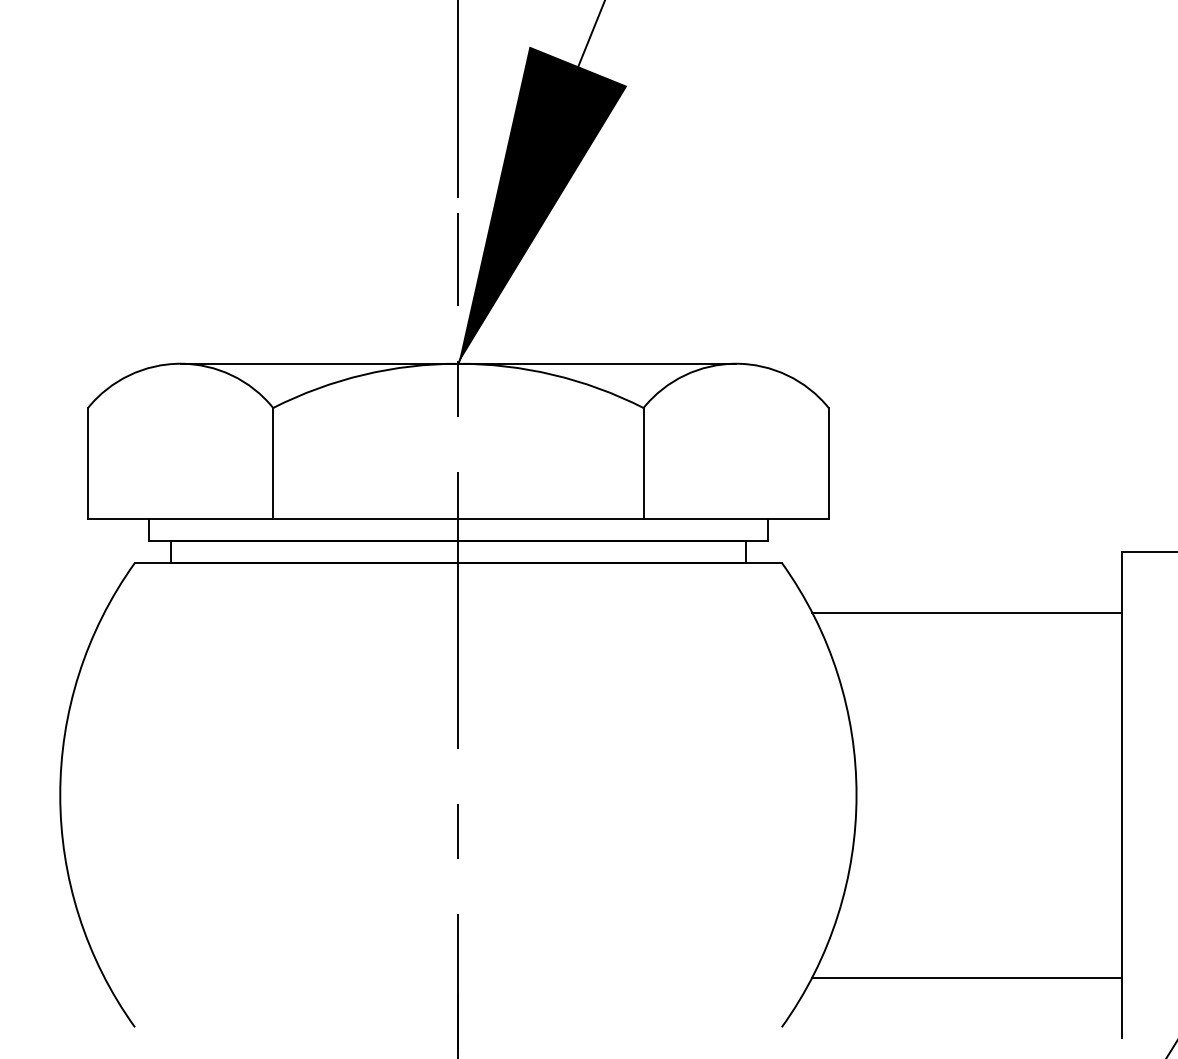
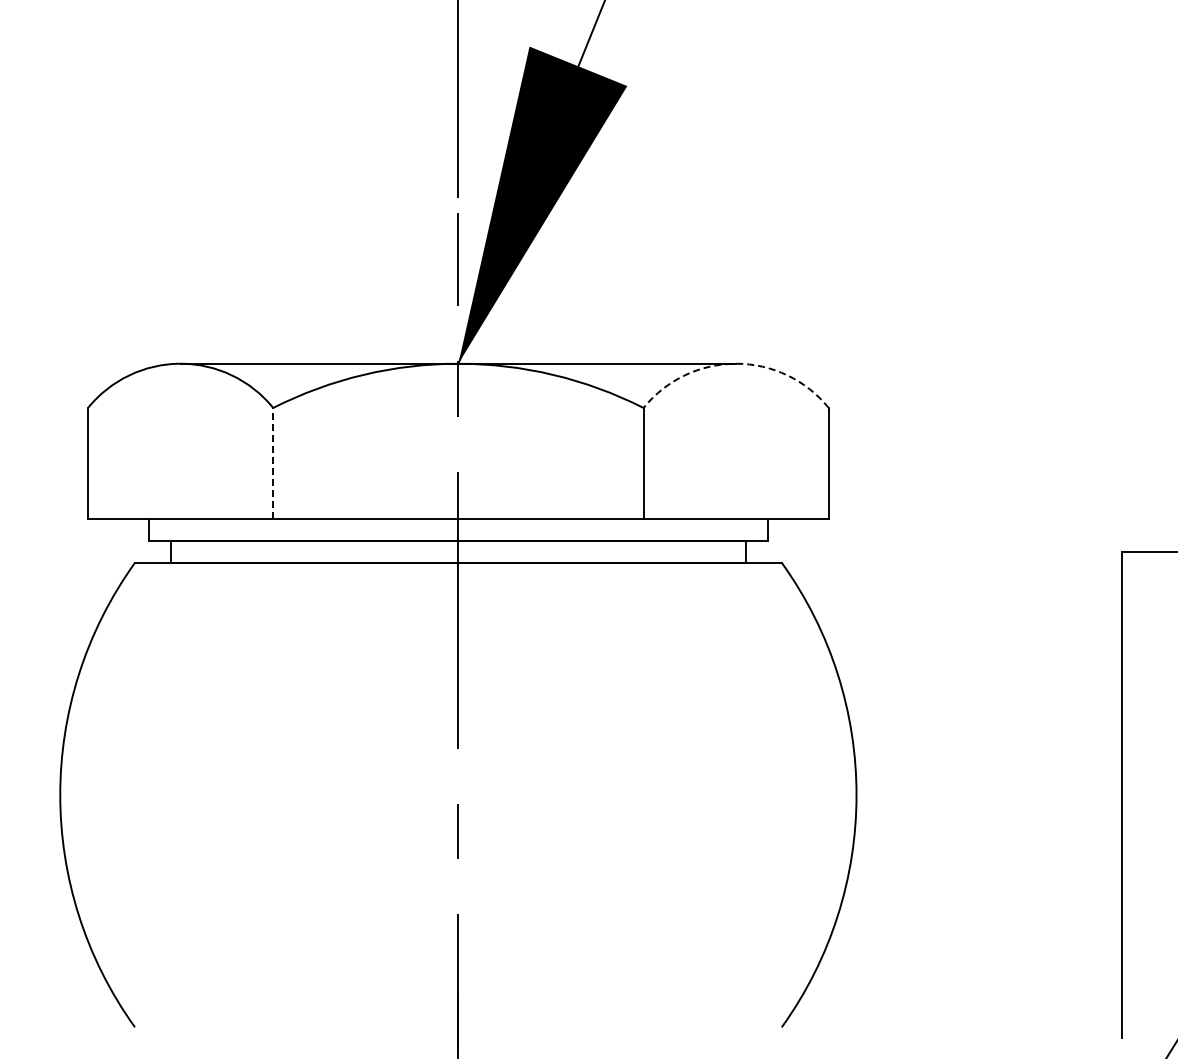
arc at (736, 363): solid -> dashed
line at (273, 462): solid -> dashed
line at (966, 612): present -> none
line at (966, 977): present -> none
